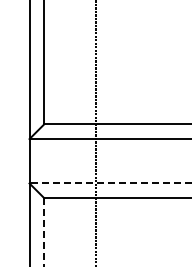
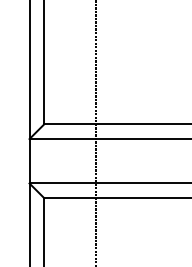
line at (110, 183): dashed -> solid
line at (44, 232): dashed -> solid
